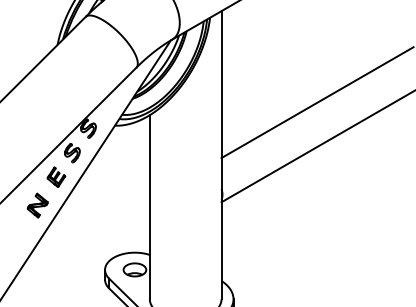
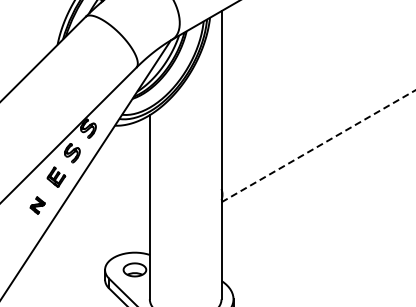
line at (316, 102): present -> none
line at (319, 145): solid -> dashed
part at (37, 205) size: 23x27 px -> 17x19 px
